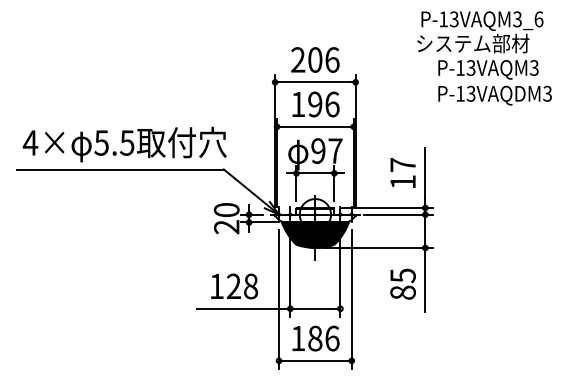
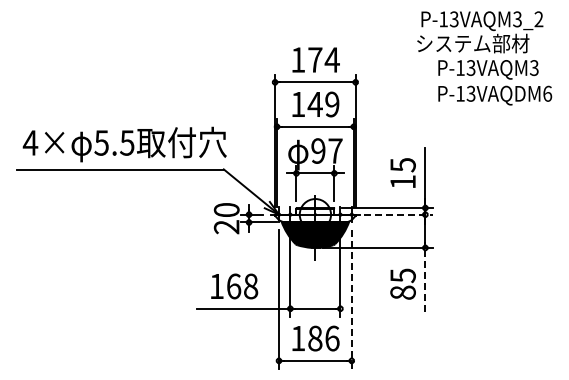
text at (538, 19): P-13VAQM3_6 -> P-13VAQM3_2
text at (315, 59): 206 -> 174
text at (547, 93): P-13VAQDM3 -> P-13VAQDM6
text at (323, 104): 196 -> 149
text at (402, 165): 17 -> 15
line at (398, 214): solid -> dashed
line at (425, 279): solid -> dashed
text at (233, 286): 128 -> 168
line at (351, 300): solid -> dashed
